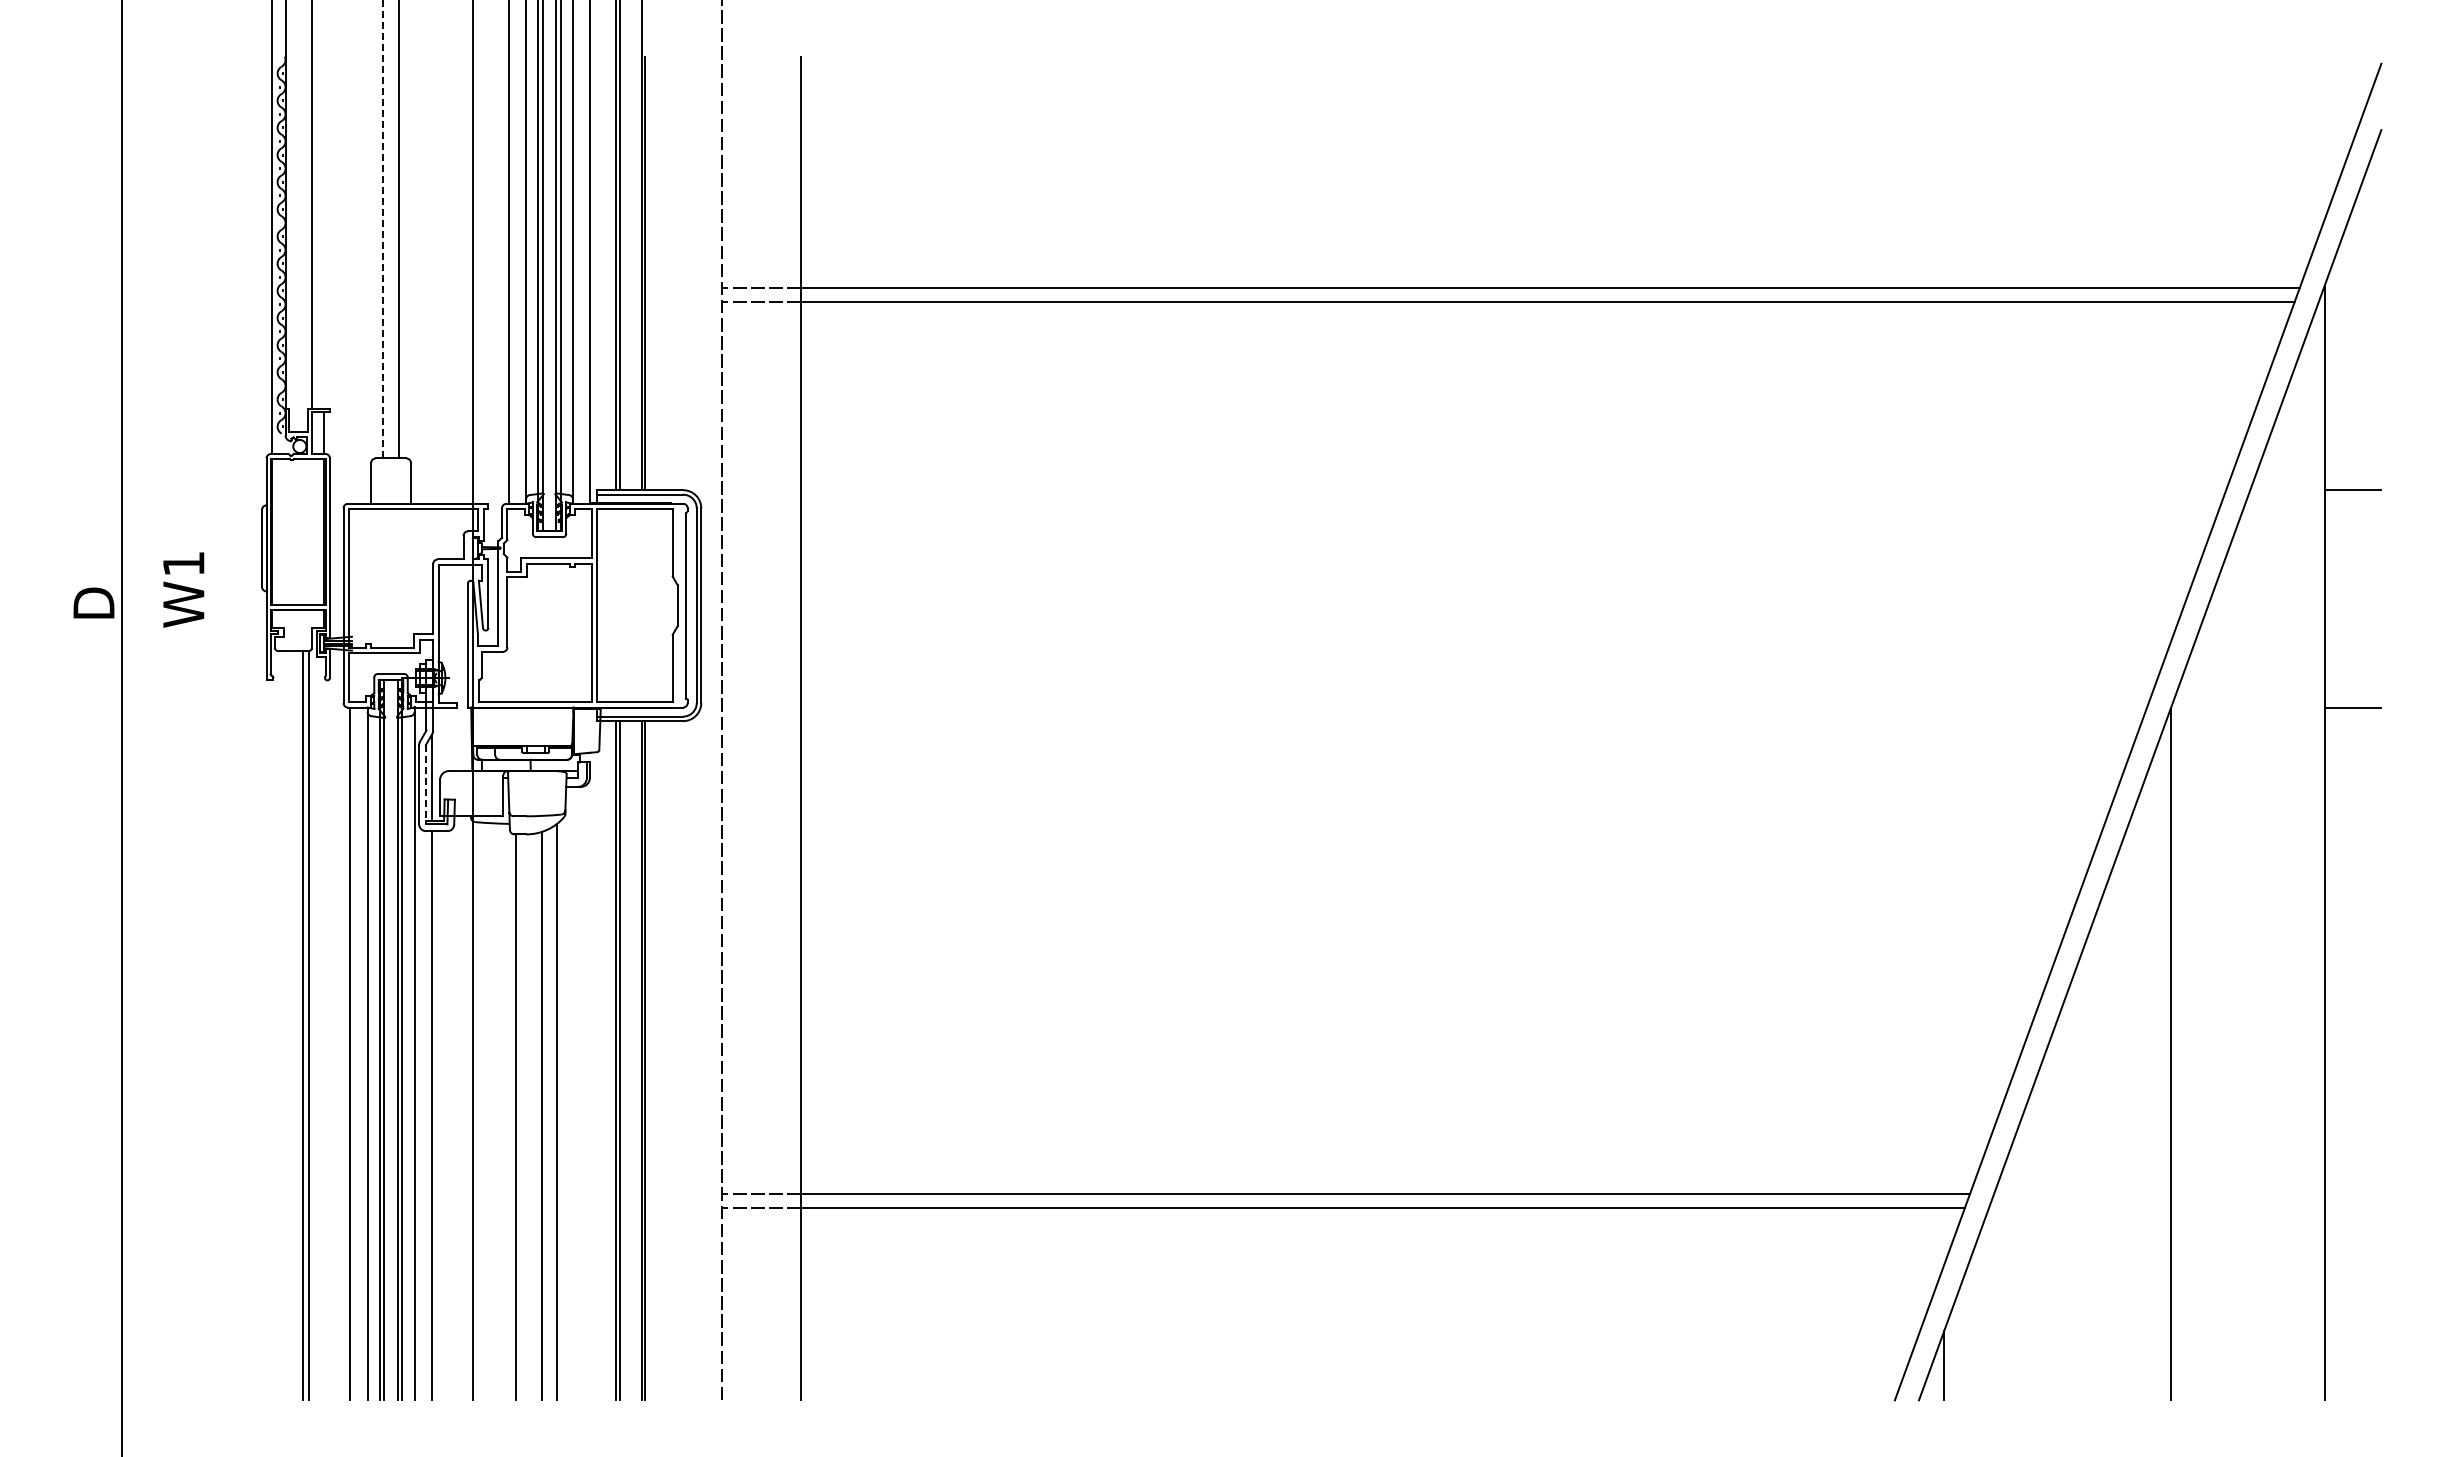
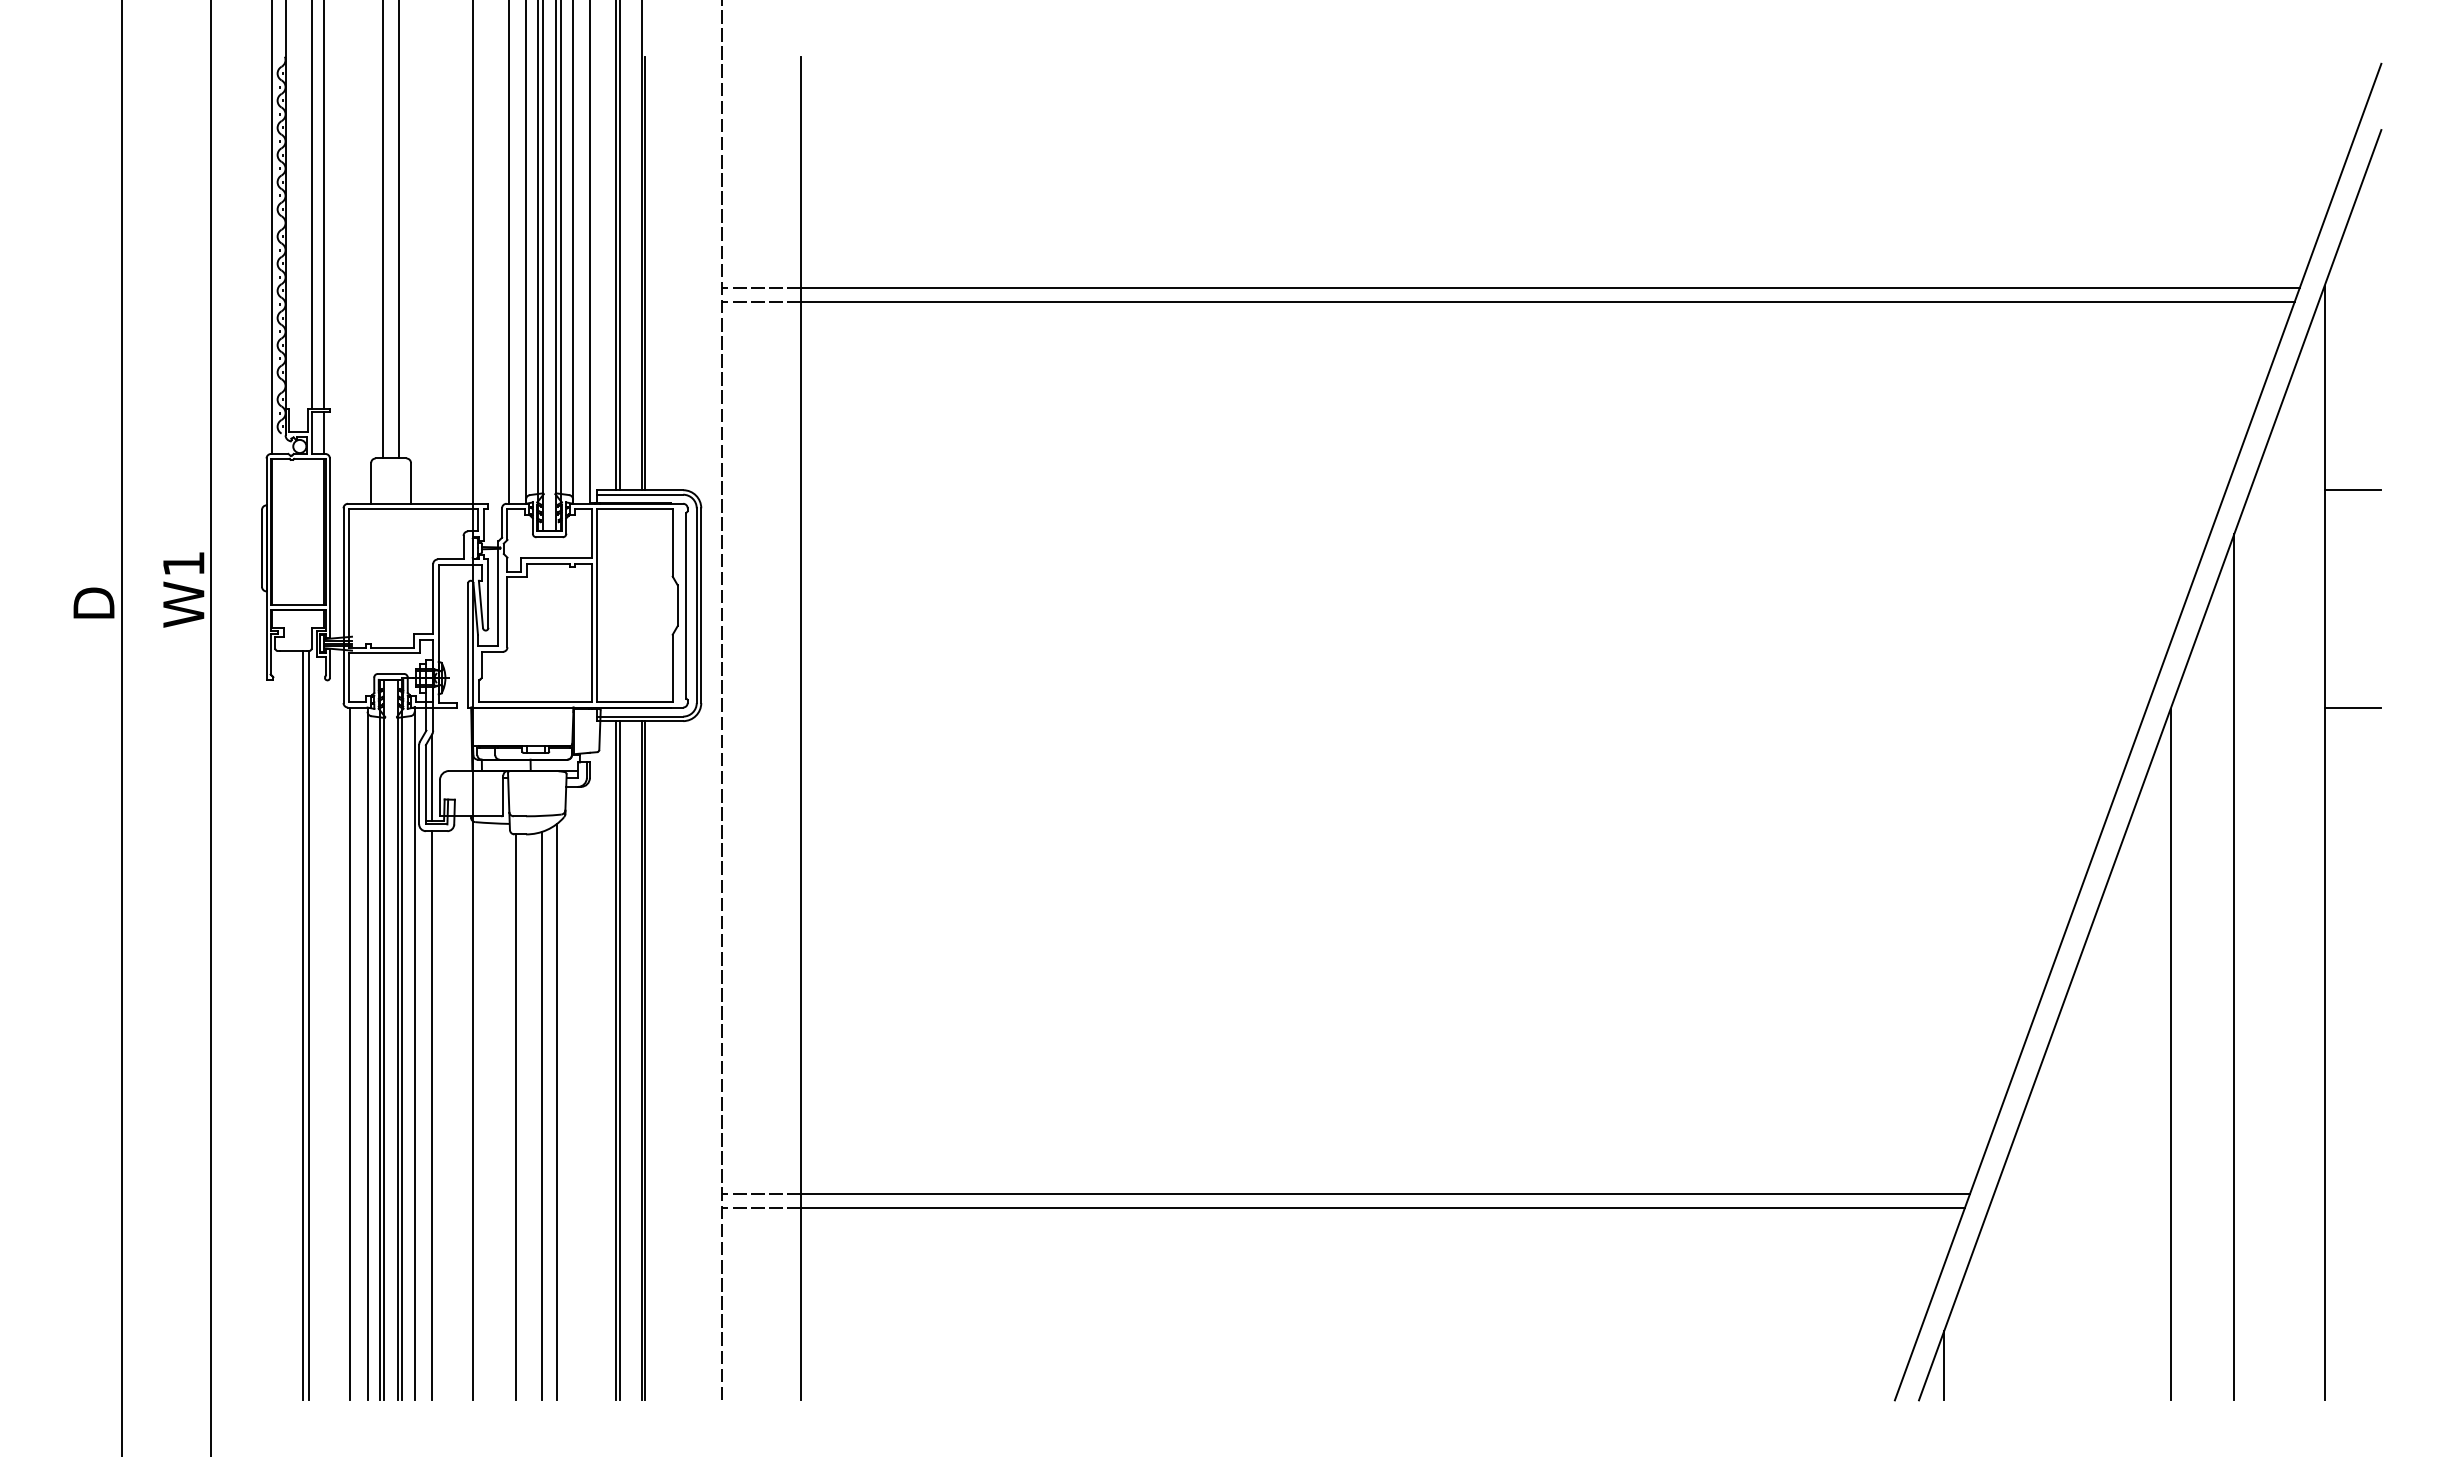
line at (324, 205): none -> present
line at (383, 229): dashed -> solid
line at (211, 727): none -> present
line at (425, 784): dashed -> solid
line at (2234, 967): none -> present
